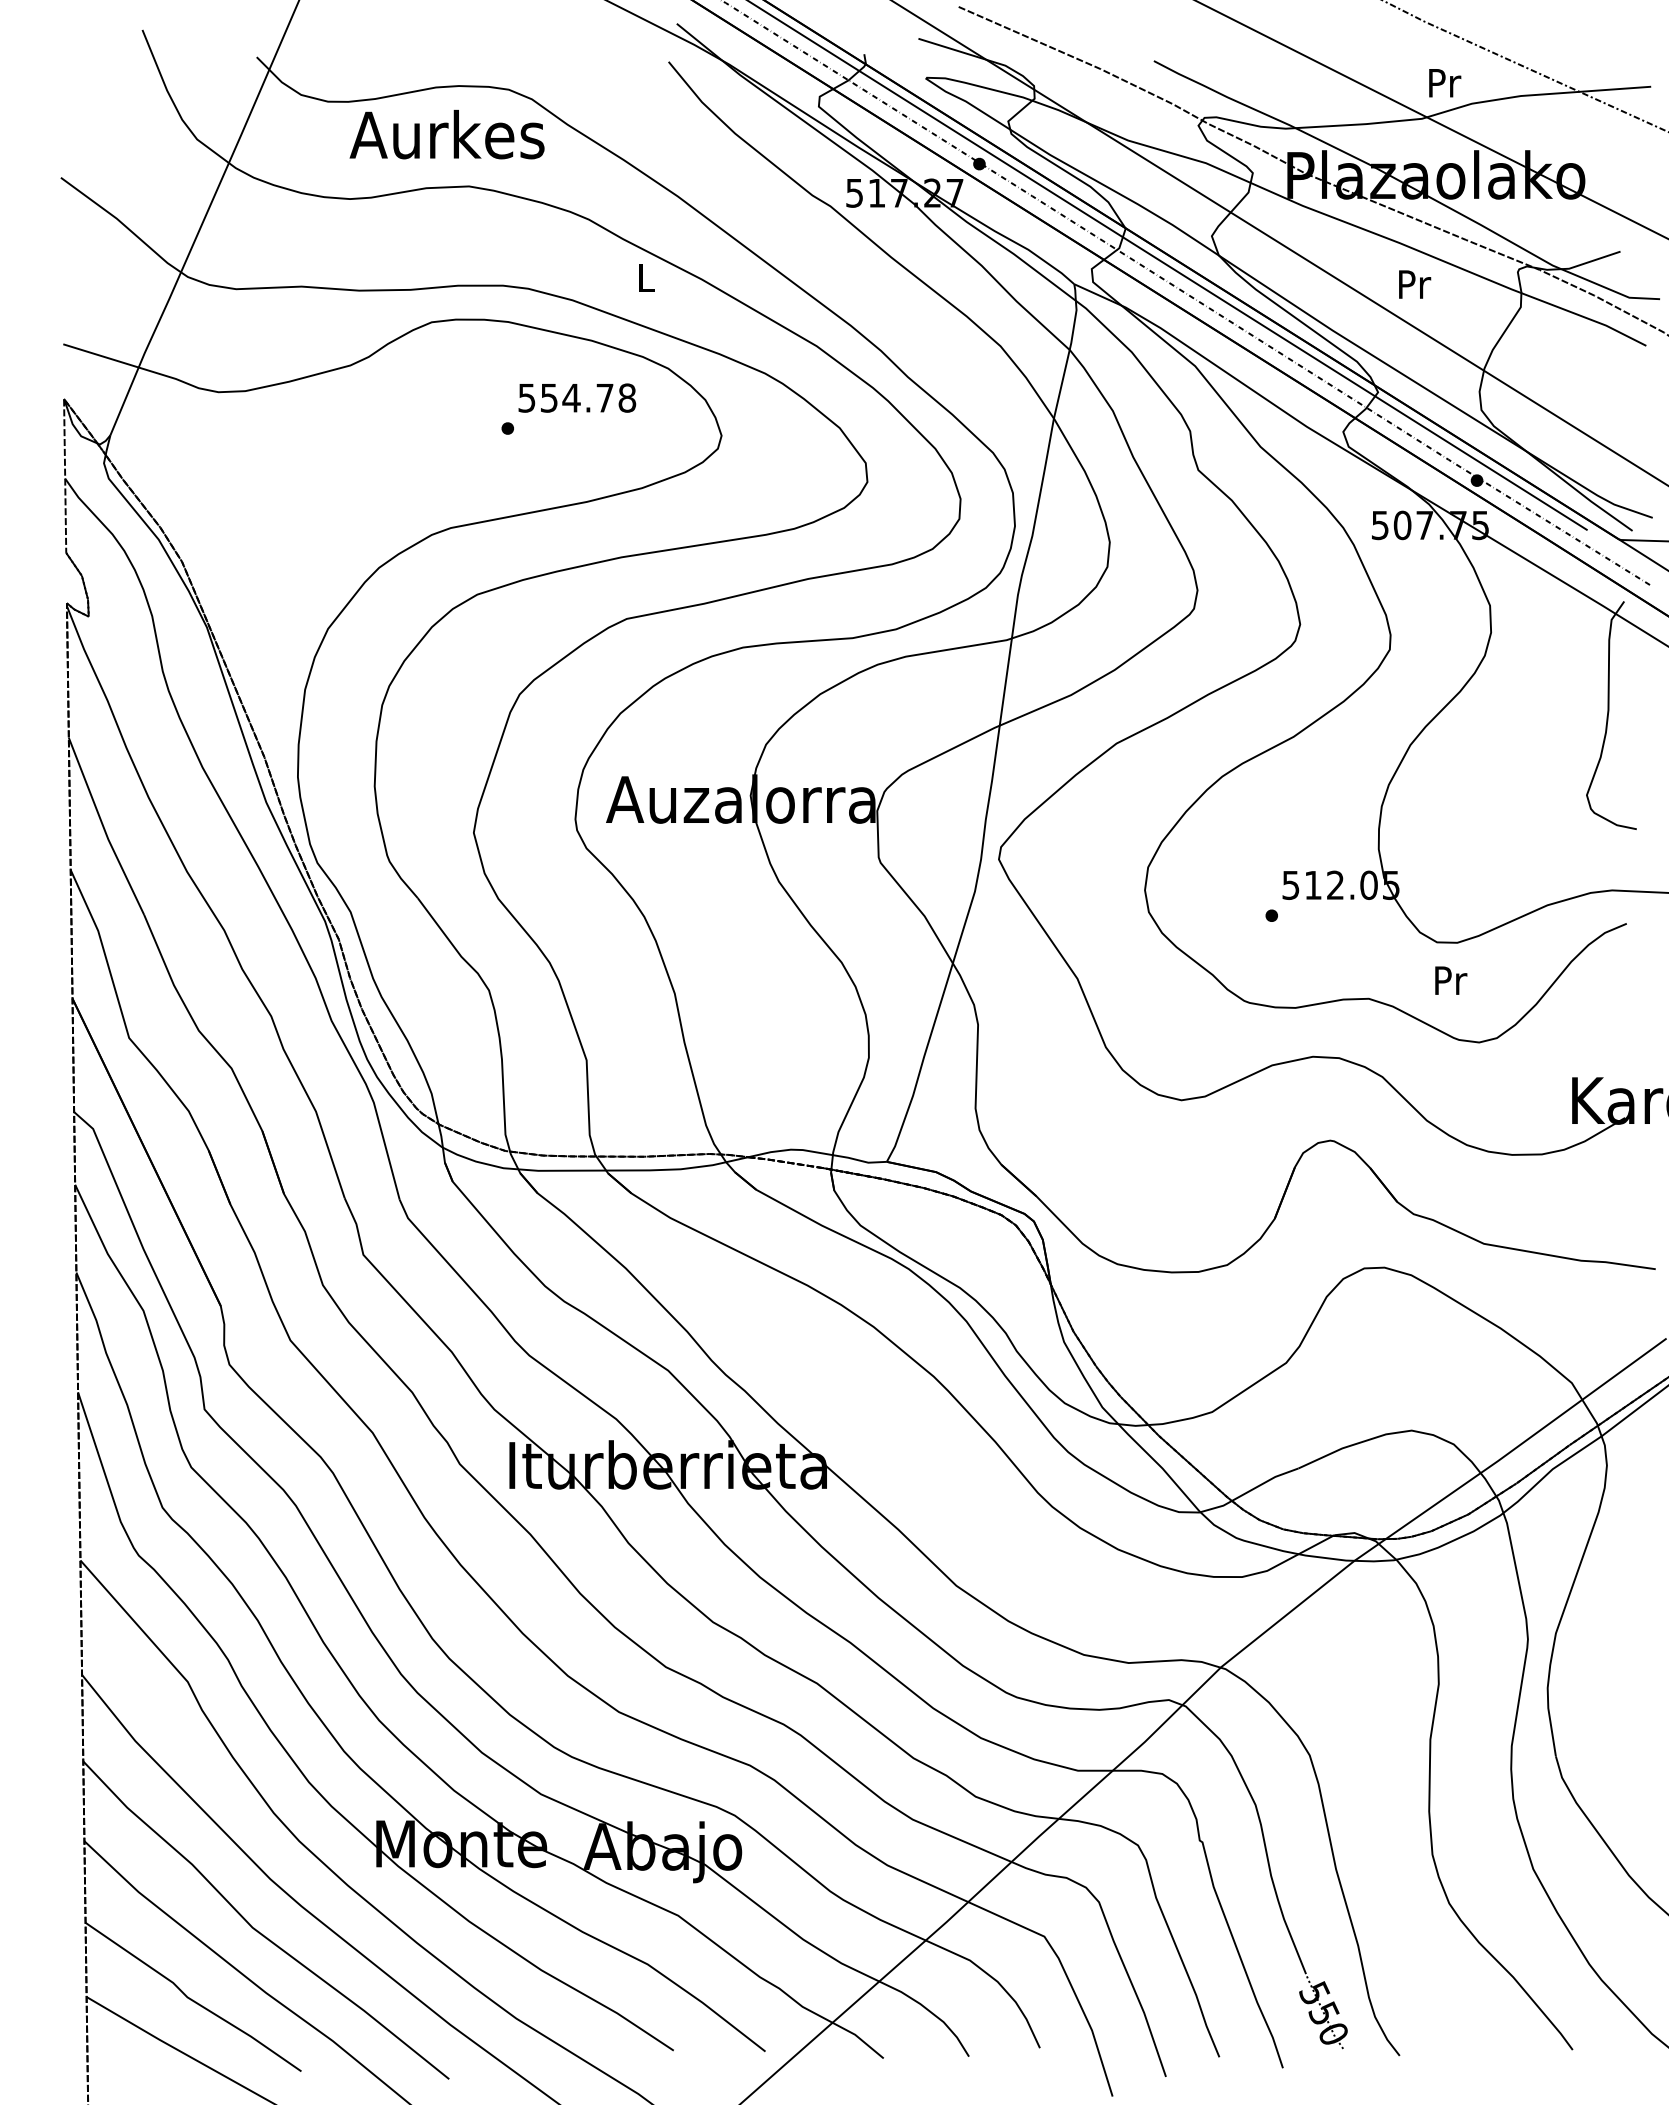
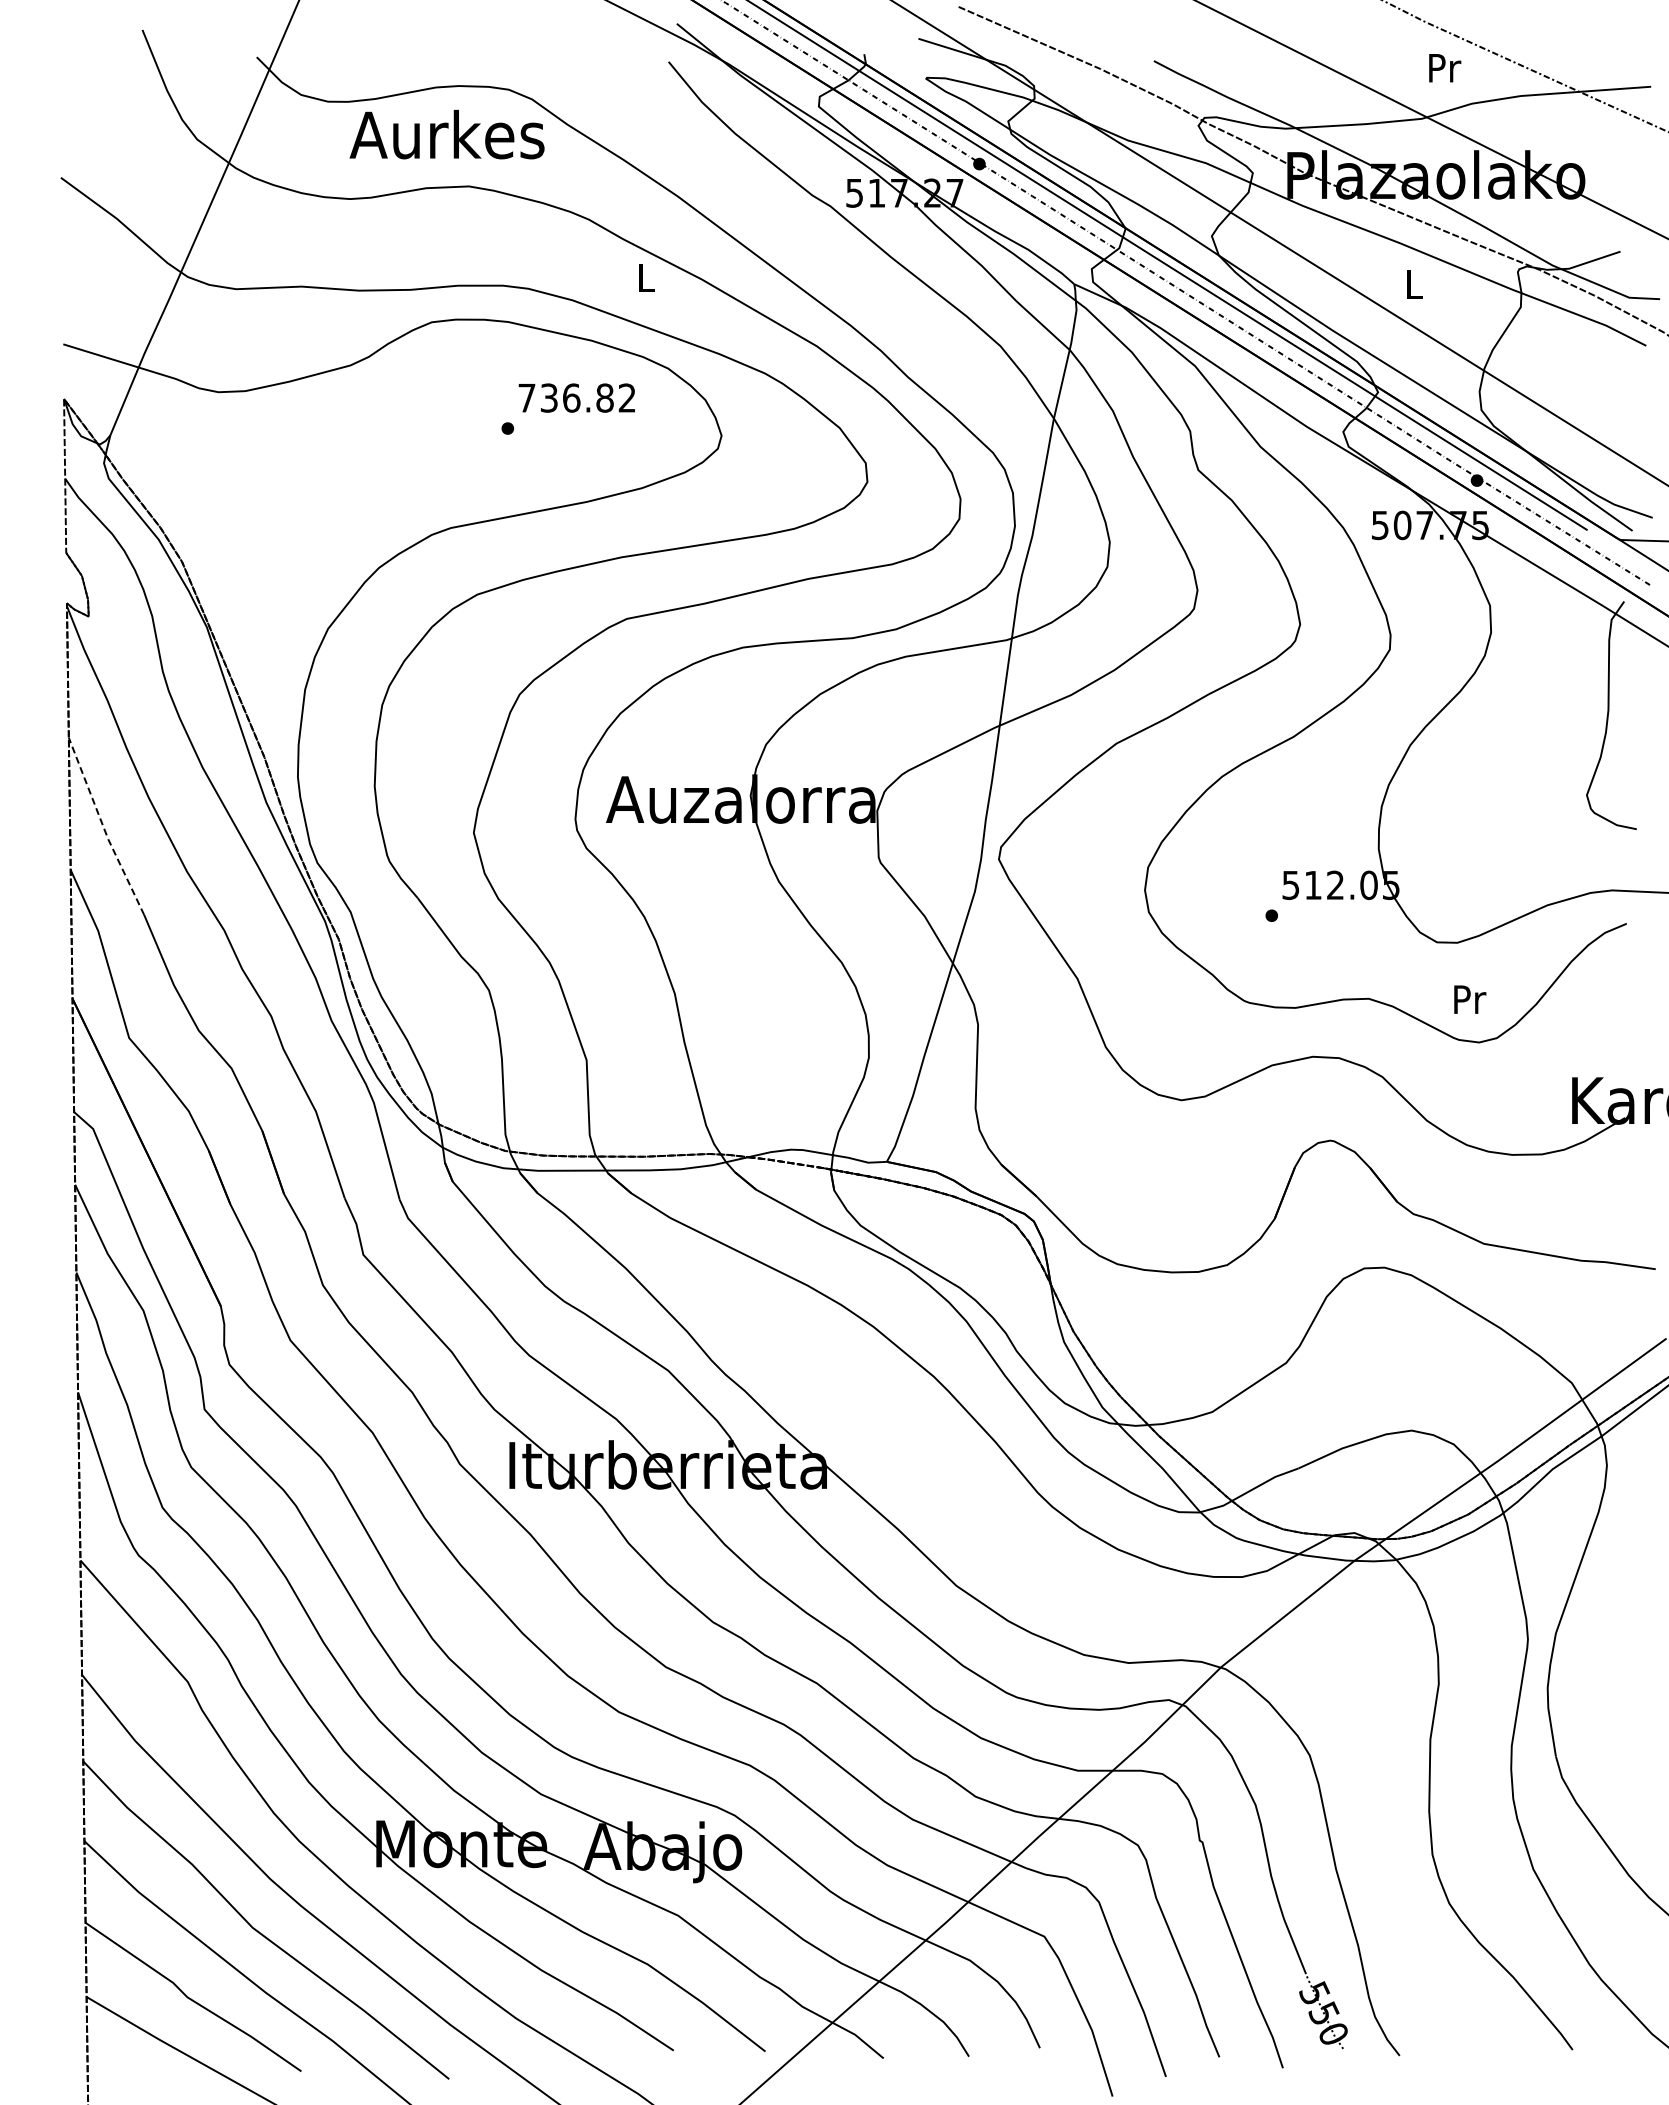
text at (1445, 83) position: (1445, 83) -> (1445, 68)
text at (1415, 284): Pr -> L
text at (577, 397): 554.78 -> 736.82
line at (103, 827): solid -> dashed
text at (1451, 980) position: (1451, 980) -> (1470, 999)
